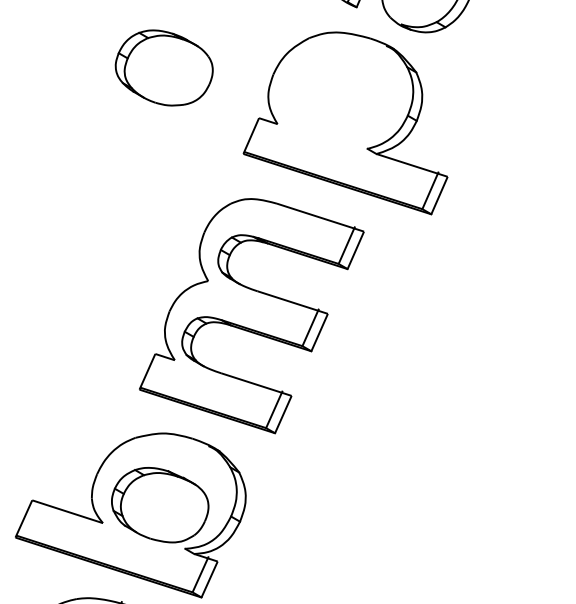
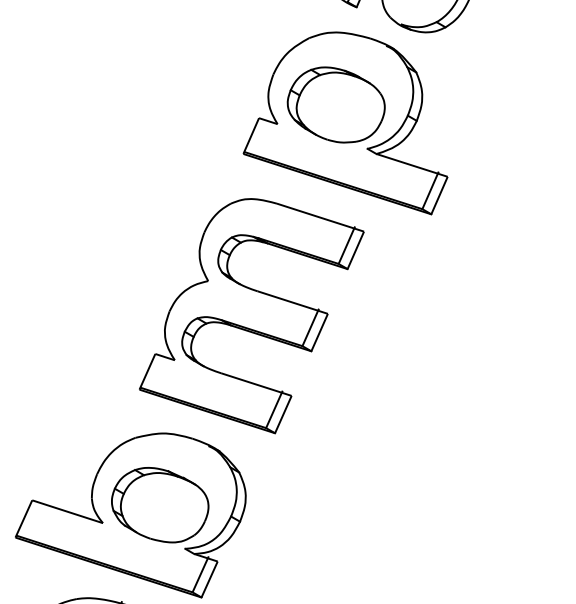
part at (163, 67) position: (163, 67) -> (335, 104)
